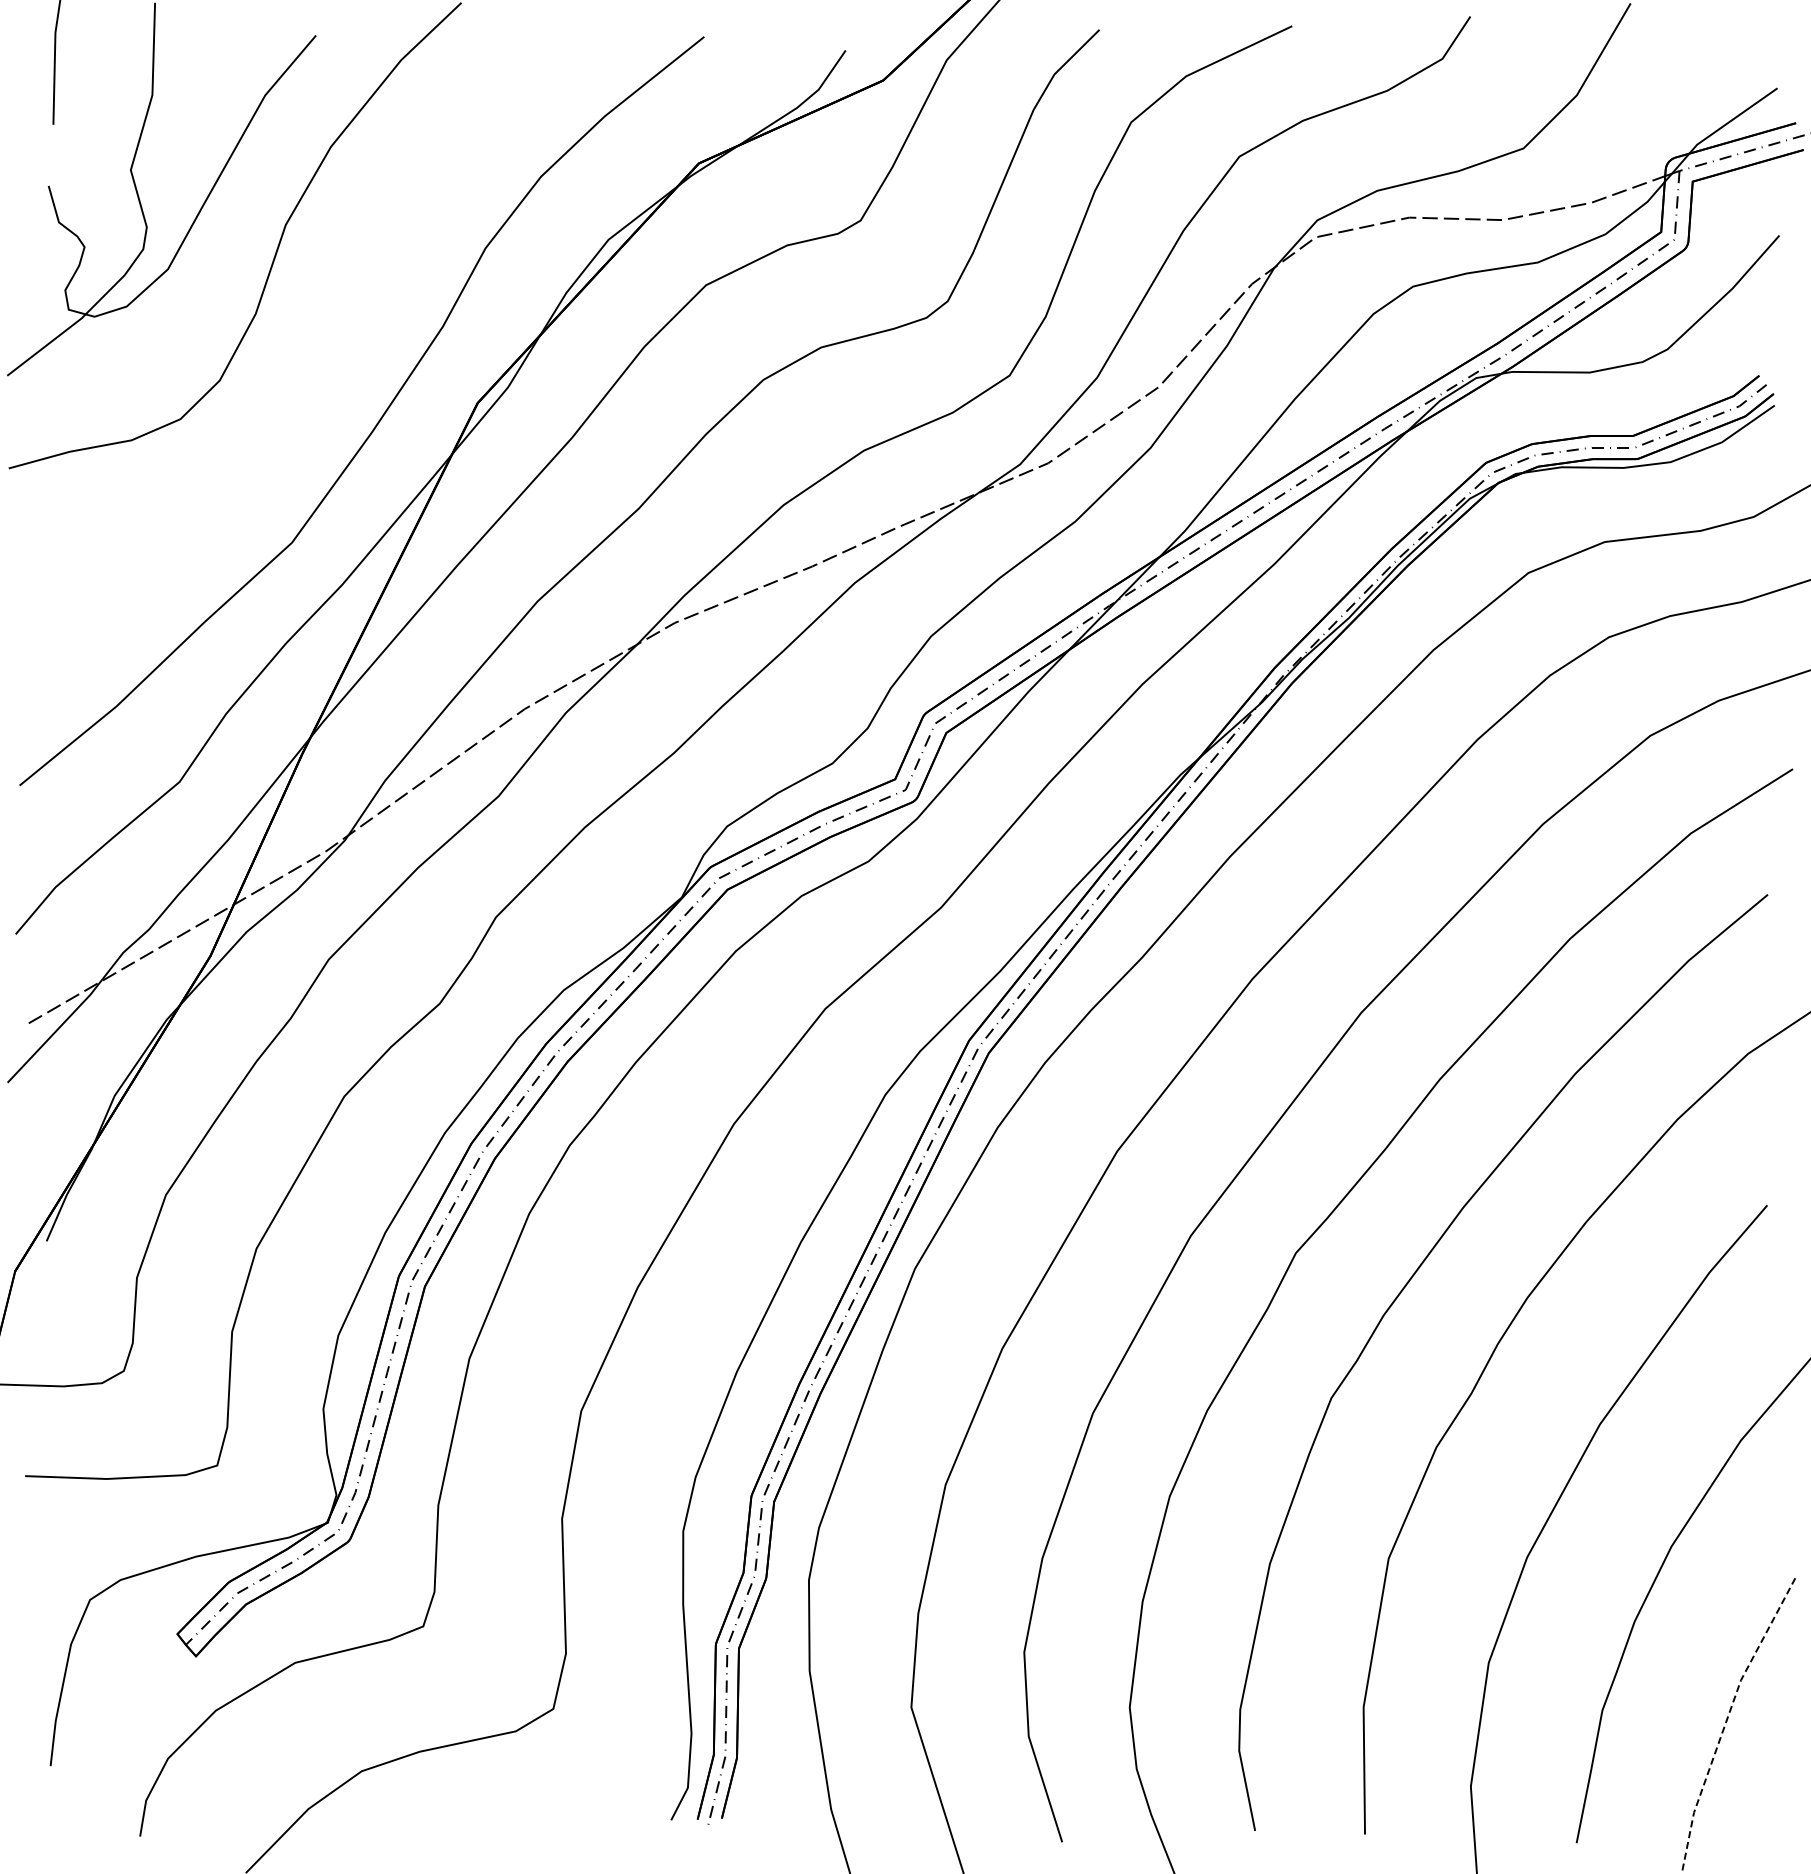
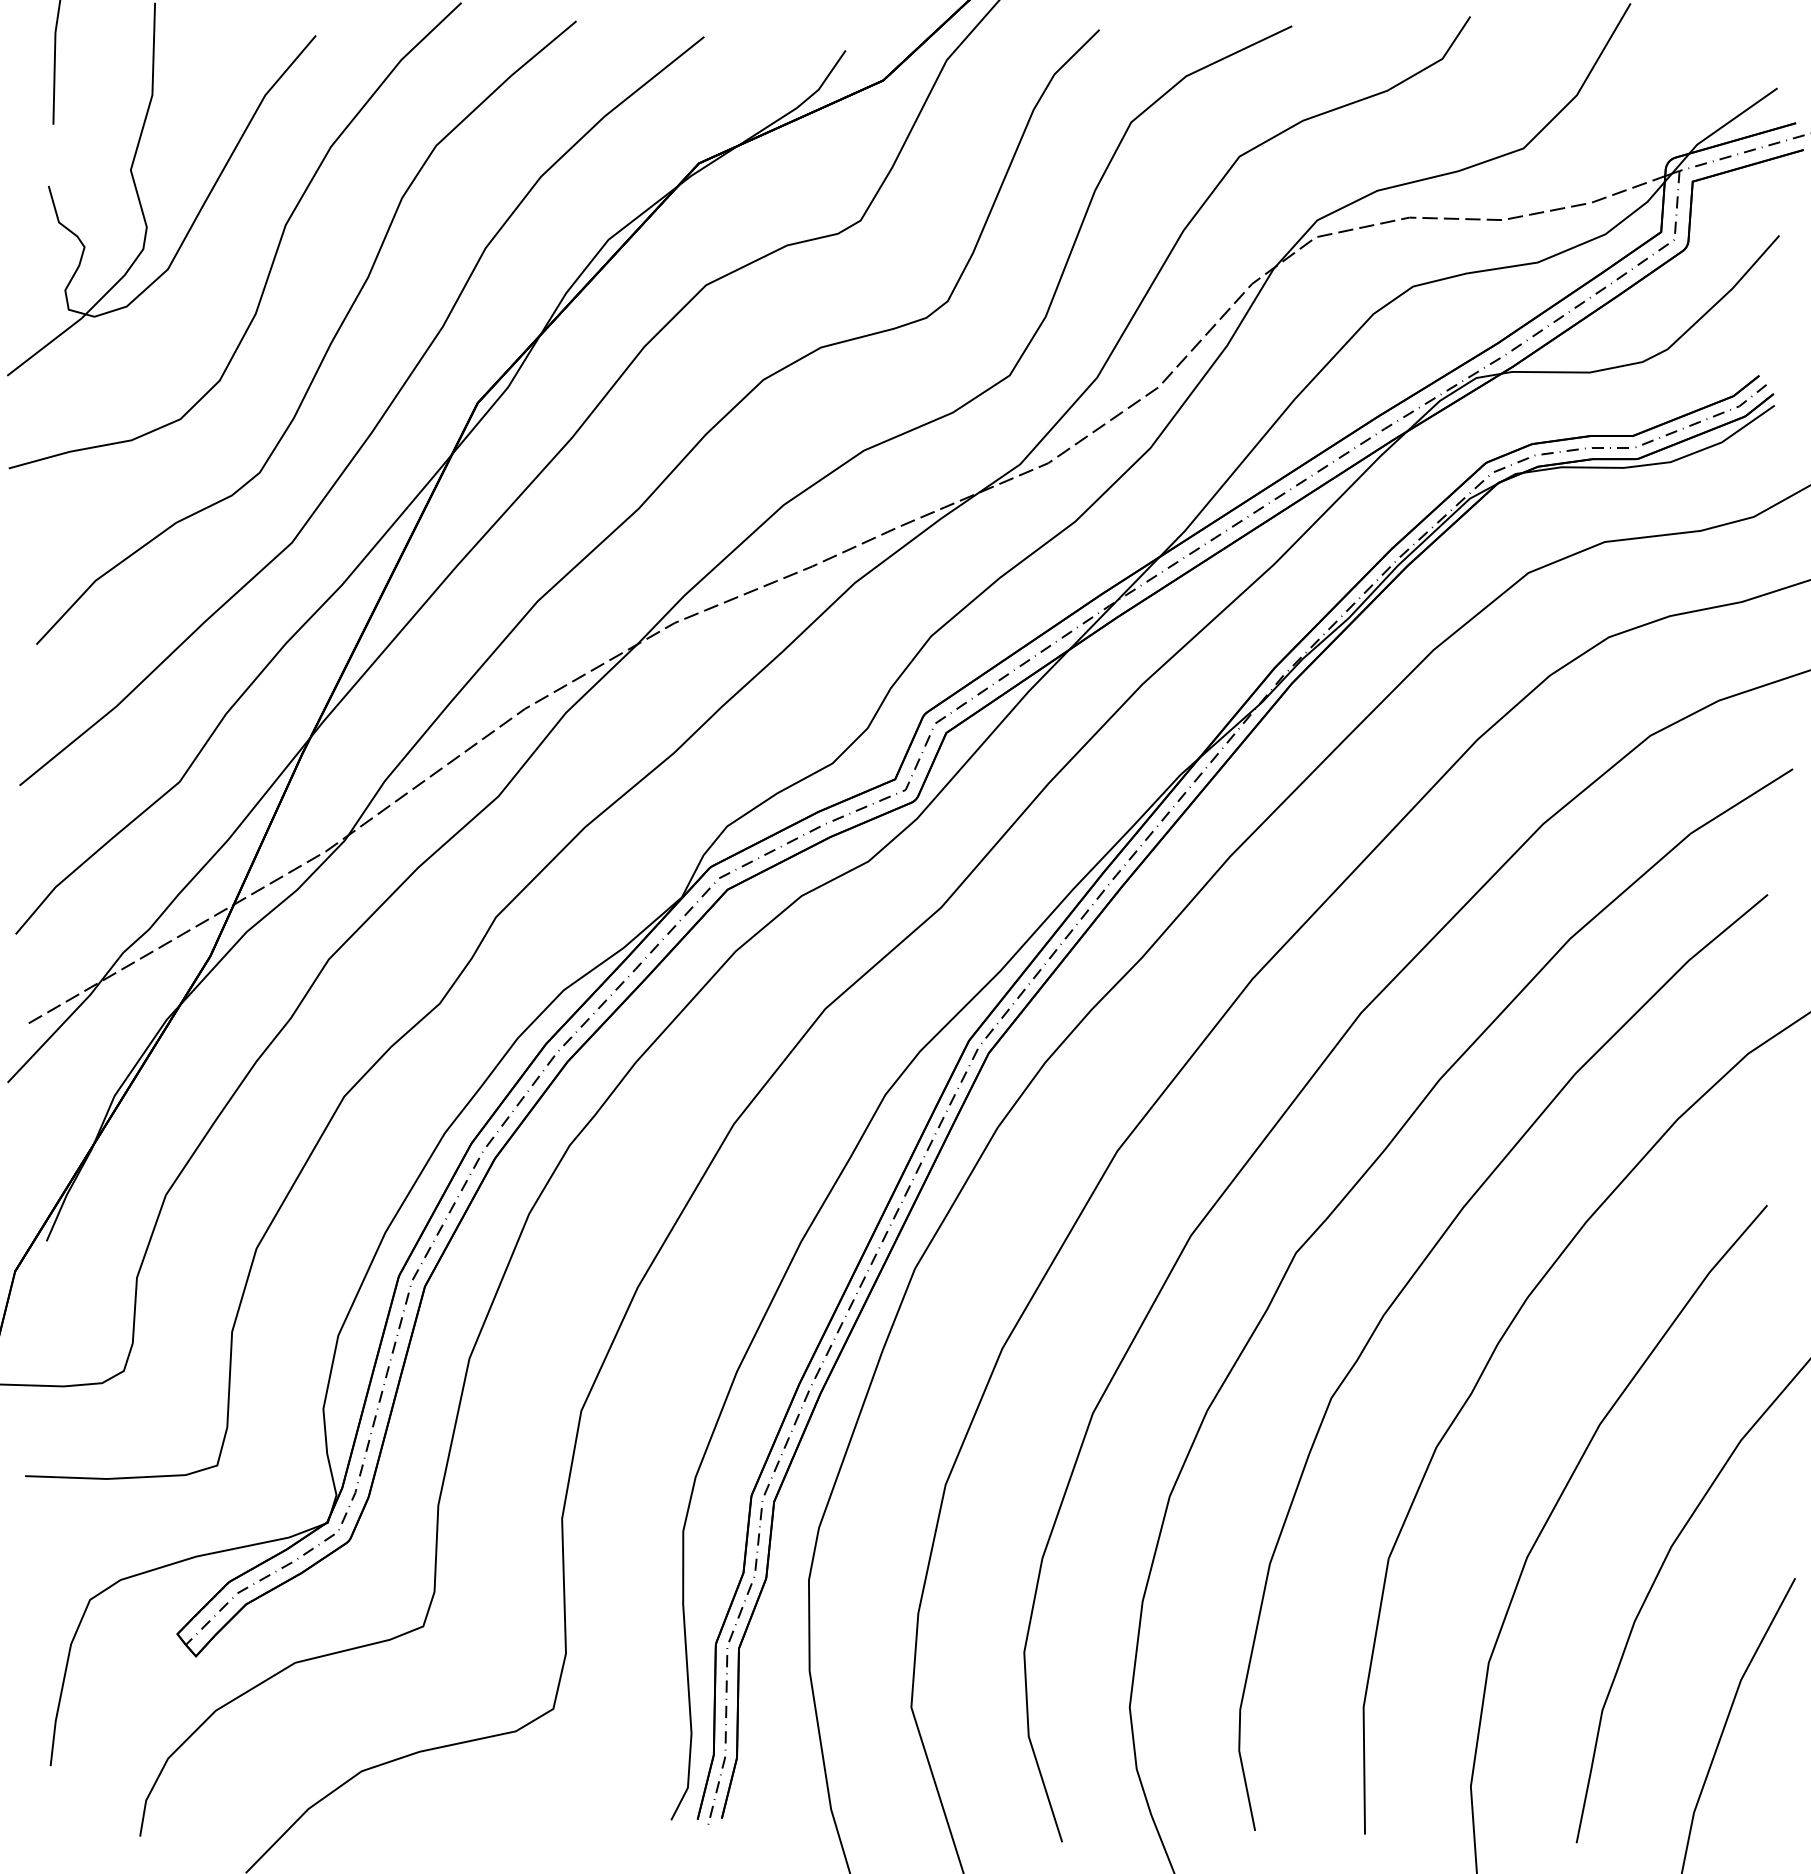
curve at (329, 344): none -> present
line at (1726, 1721): dashed -> solid
